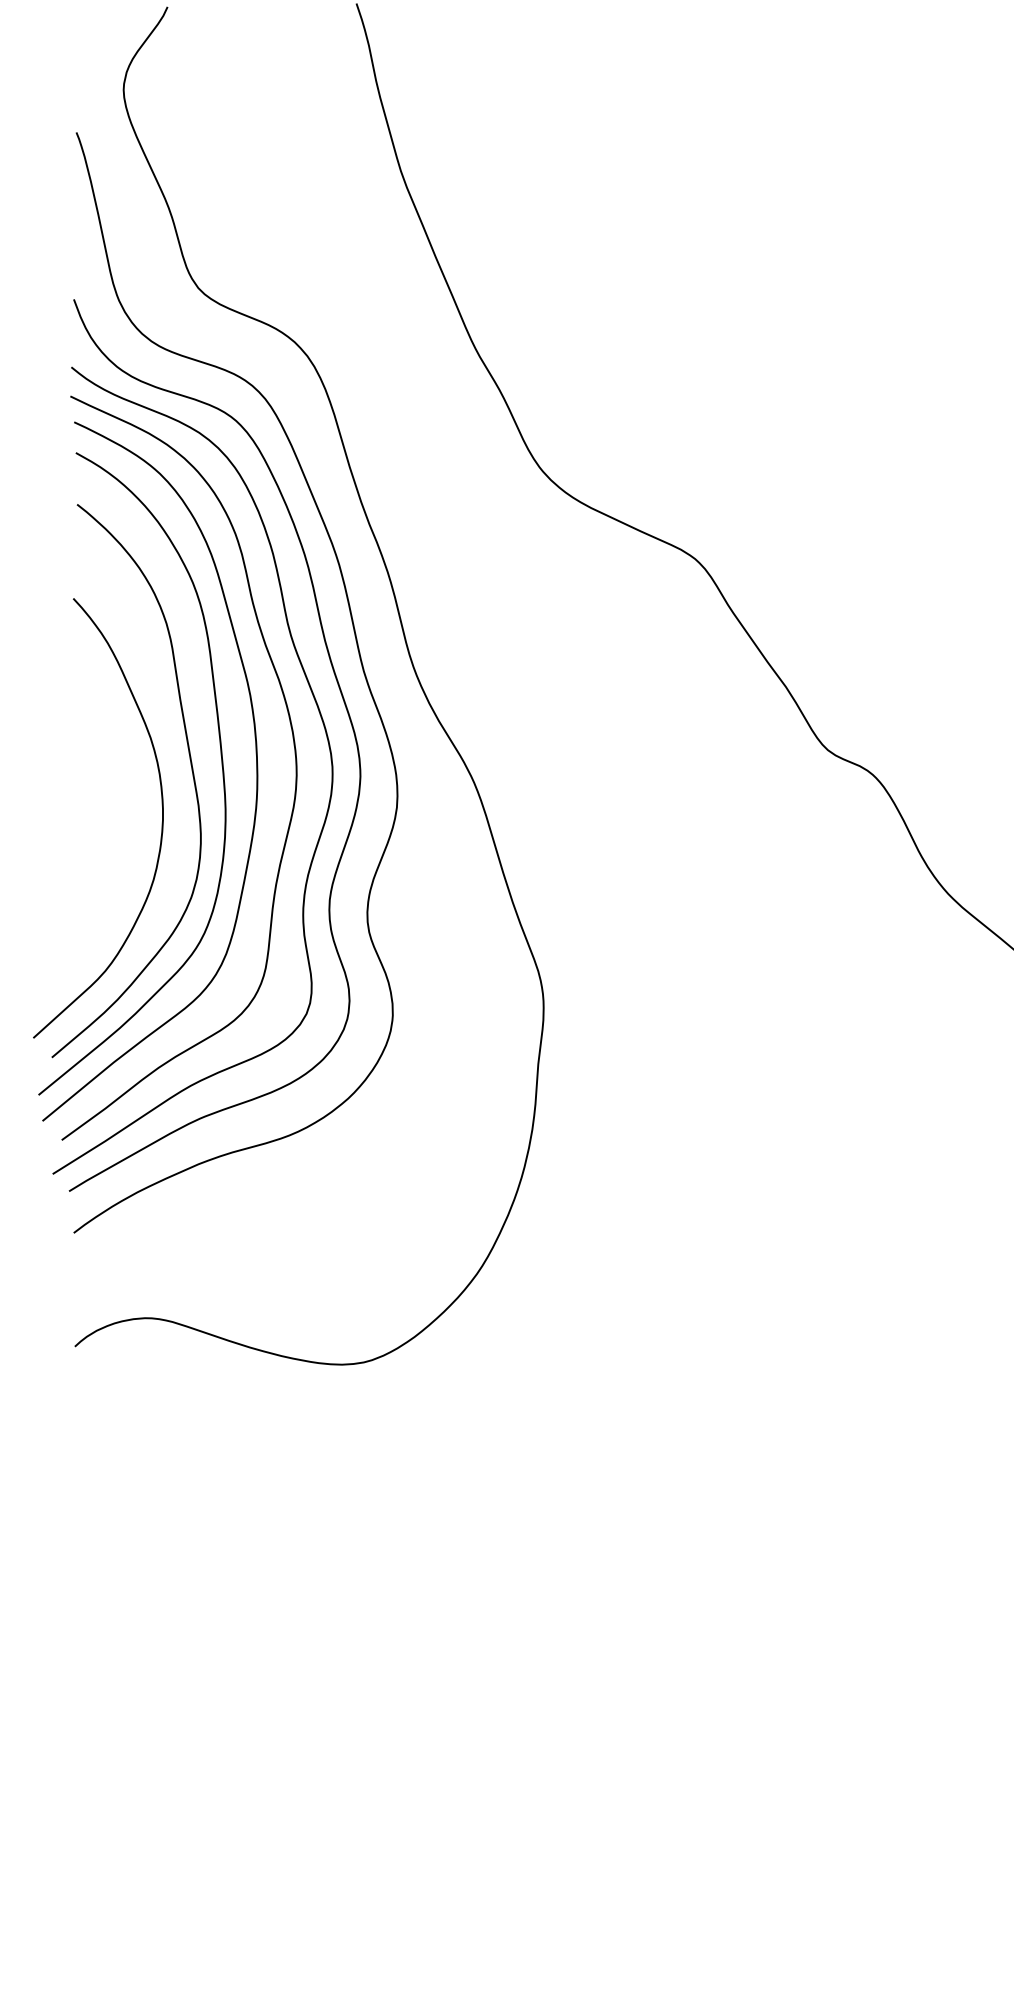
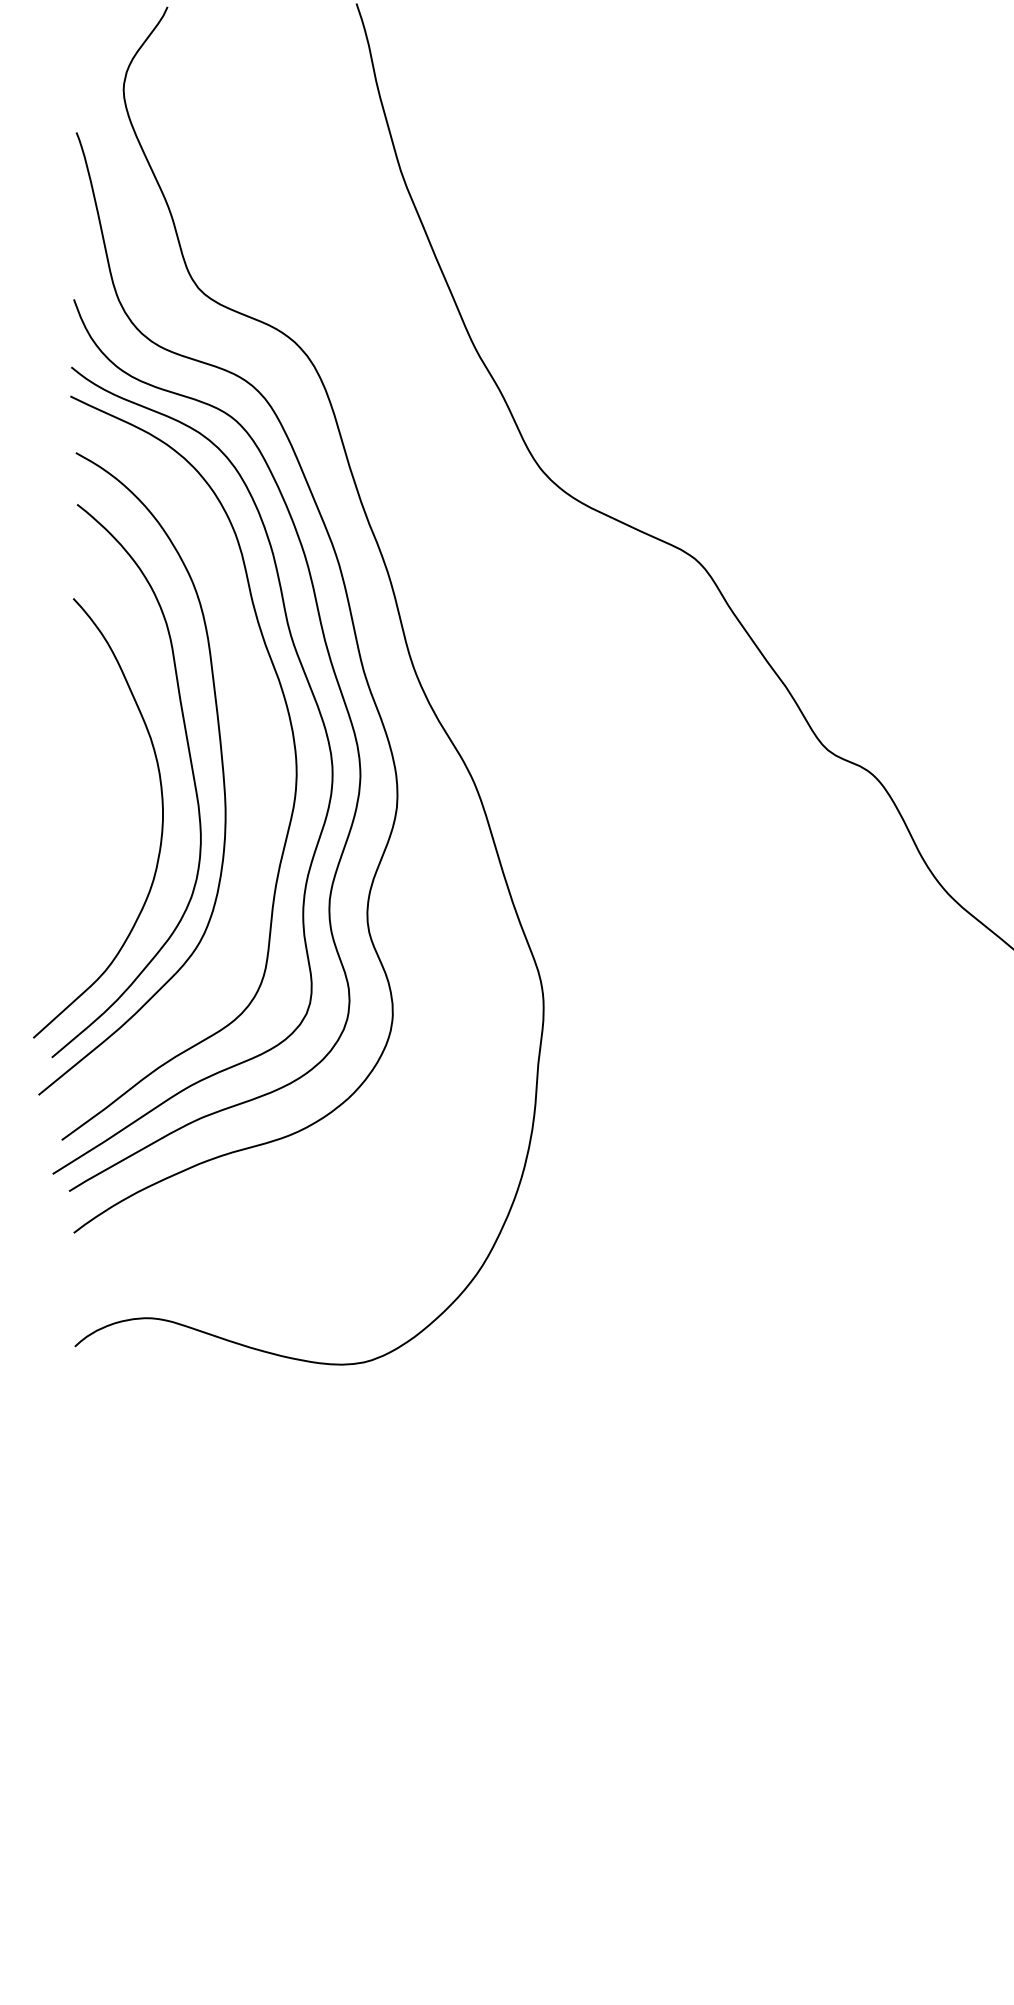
curve at (256, 771): present -> none
